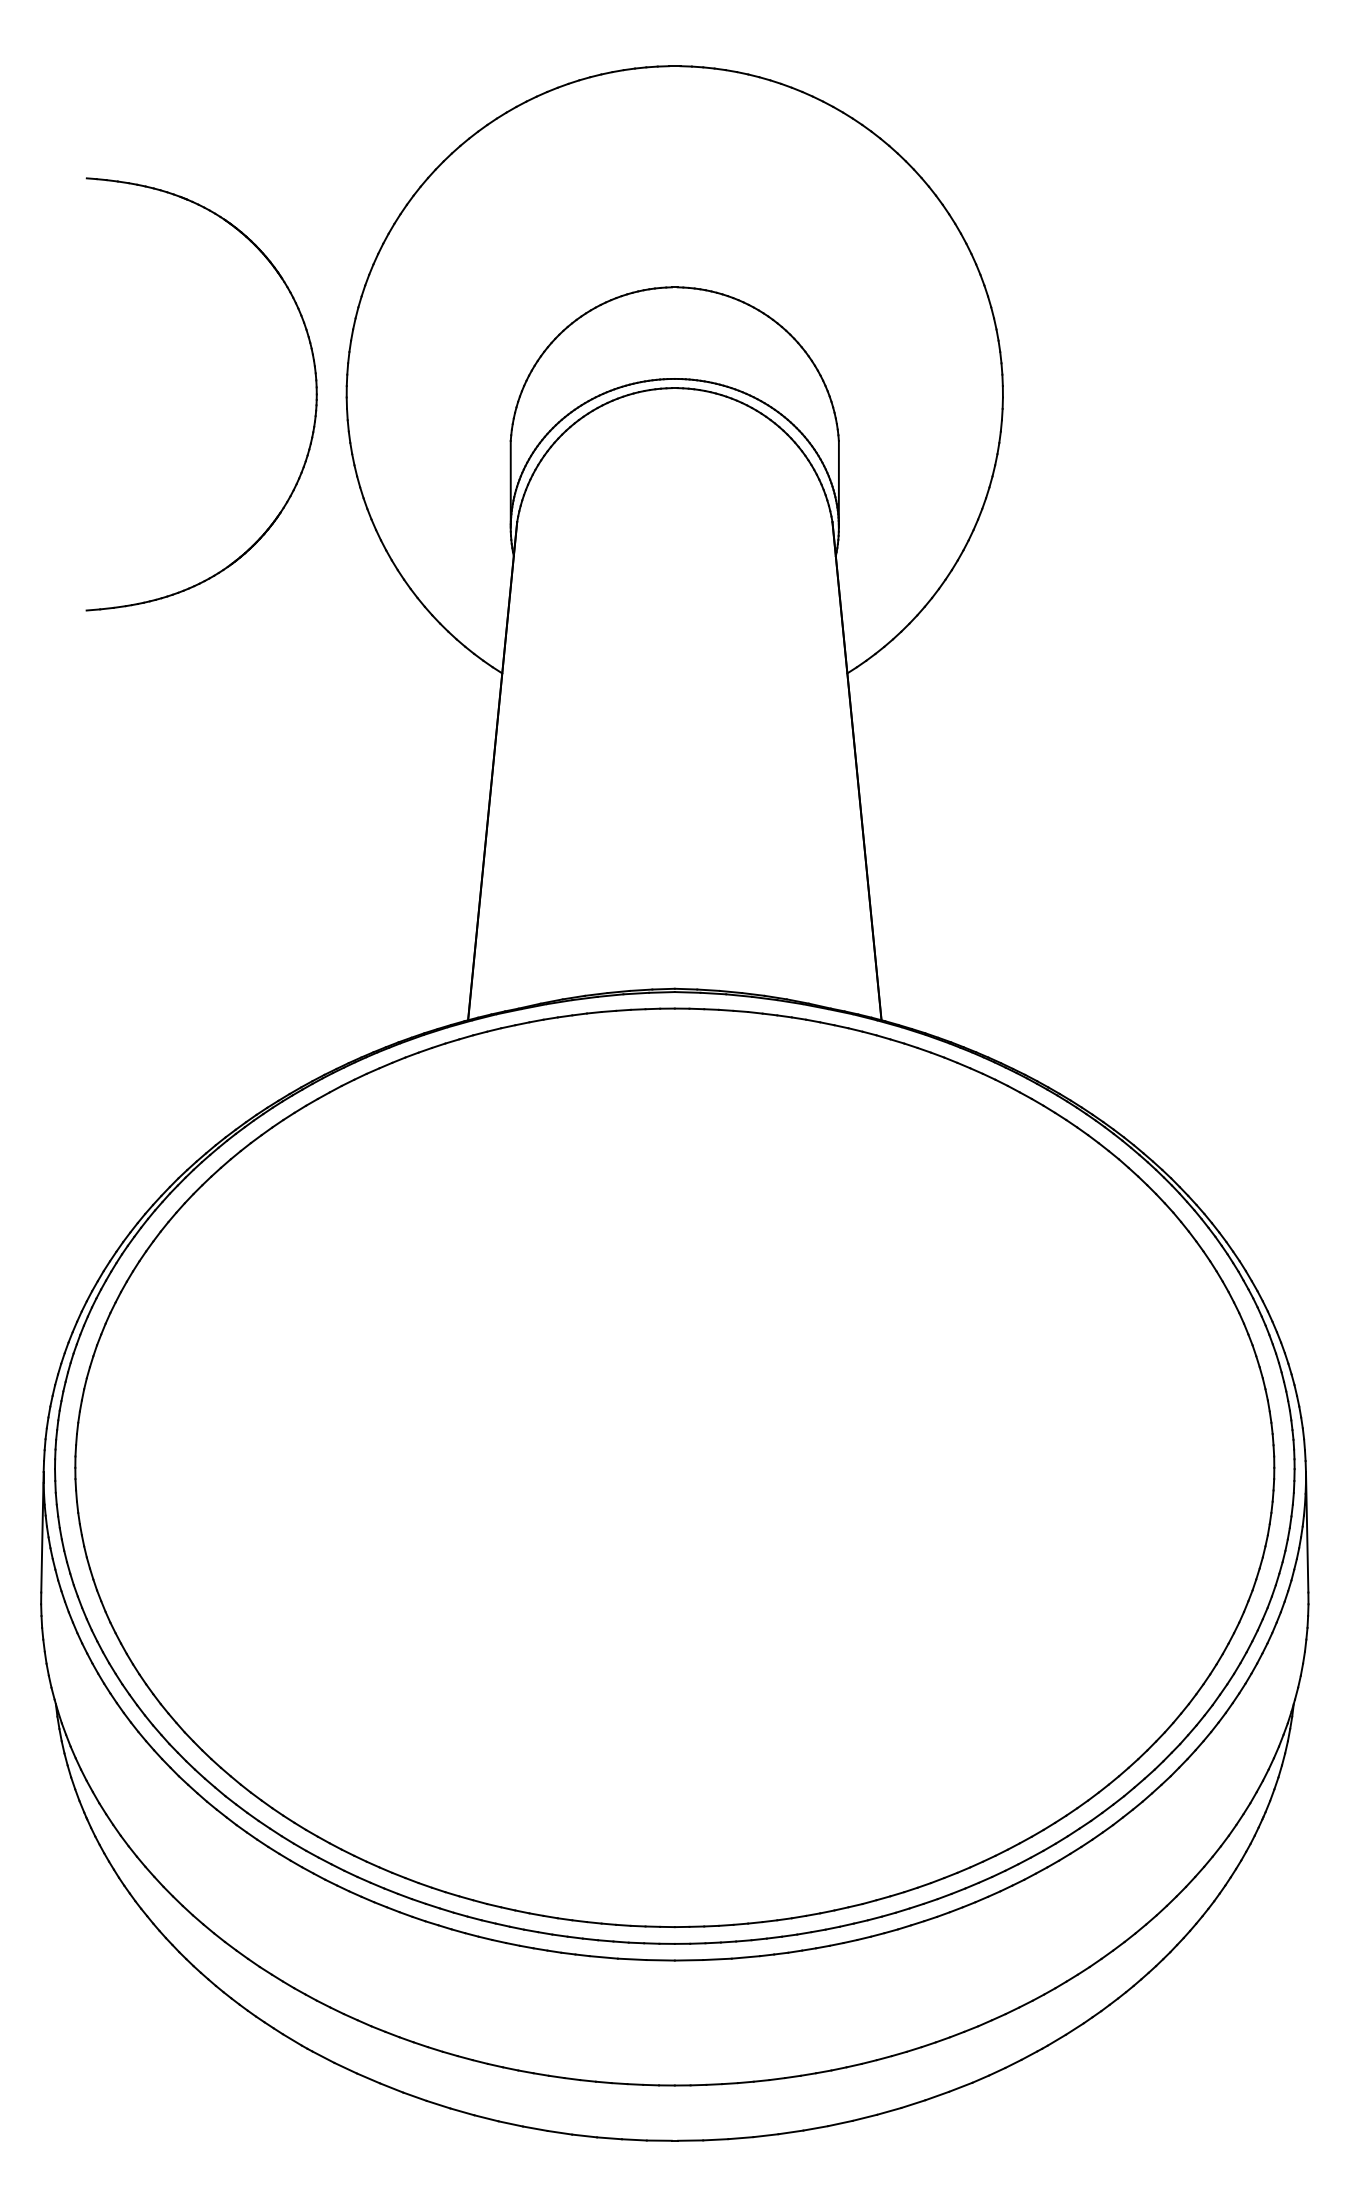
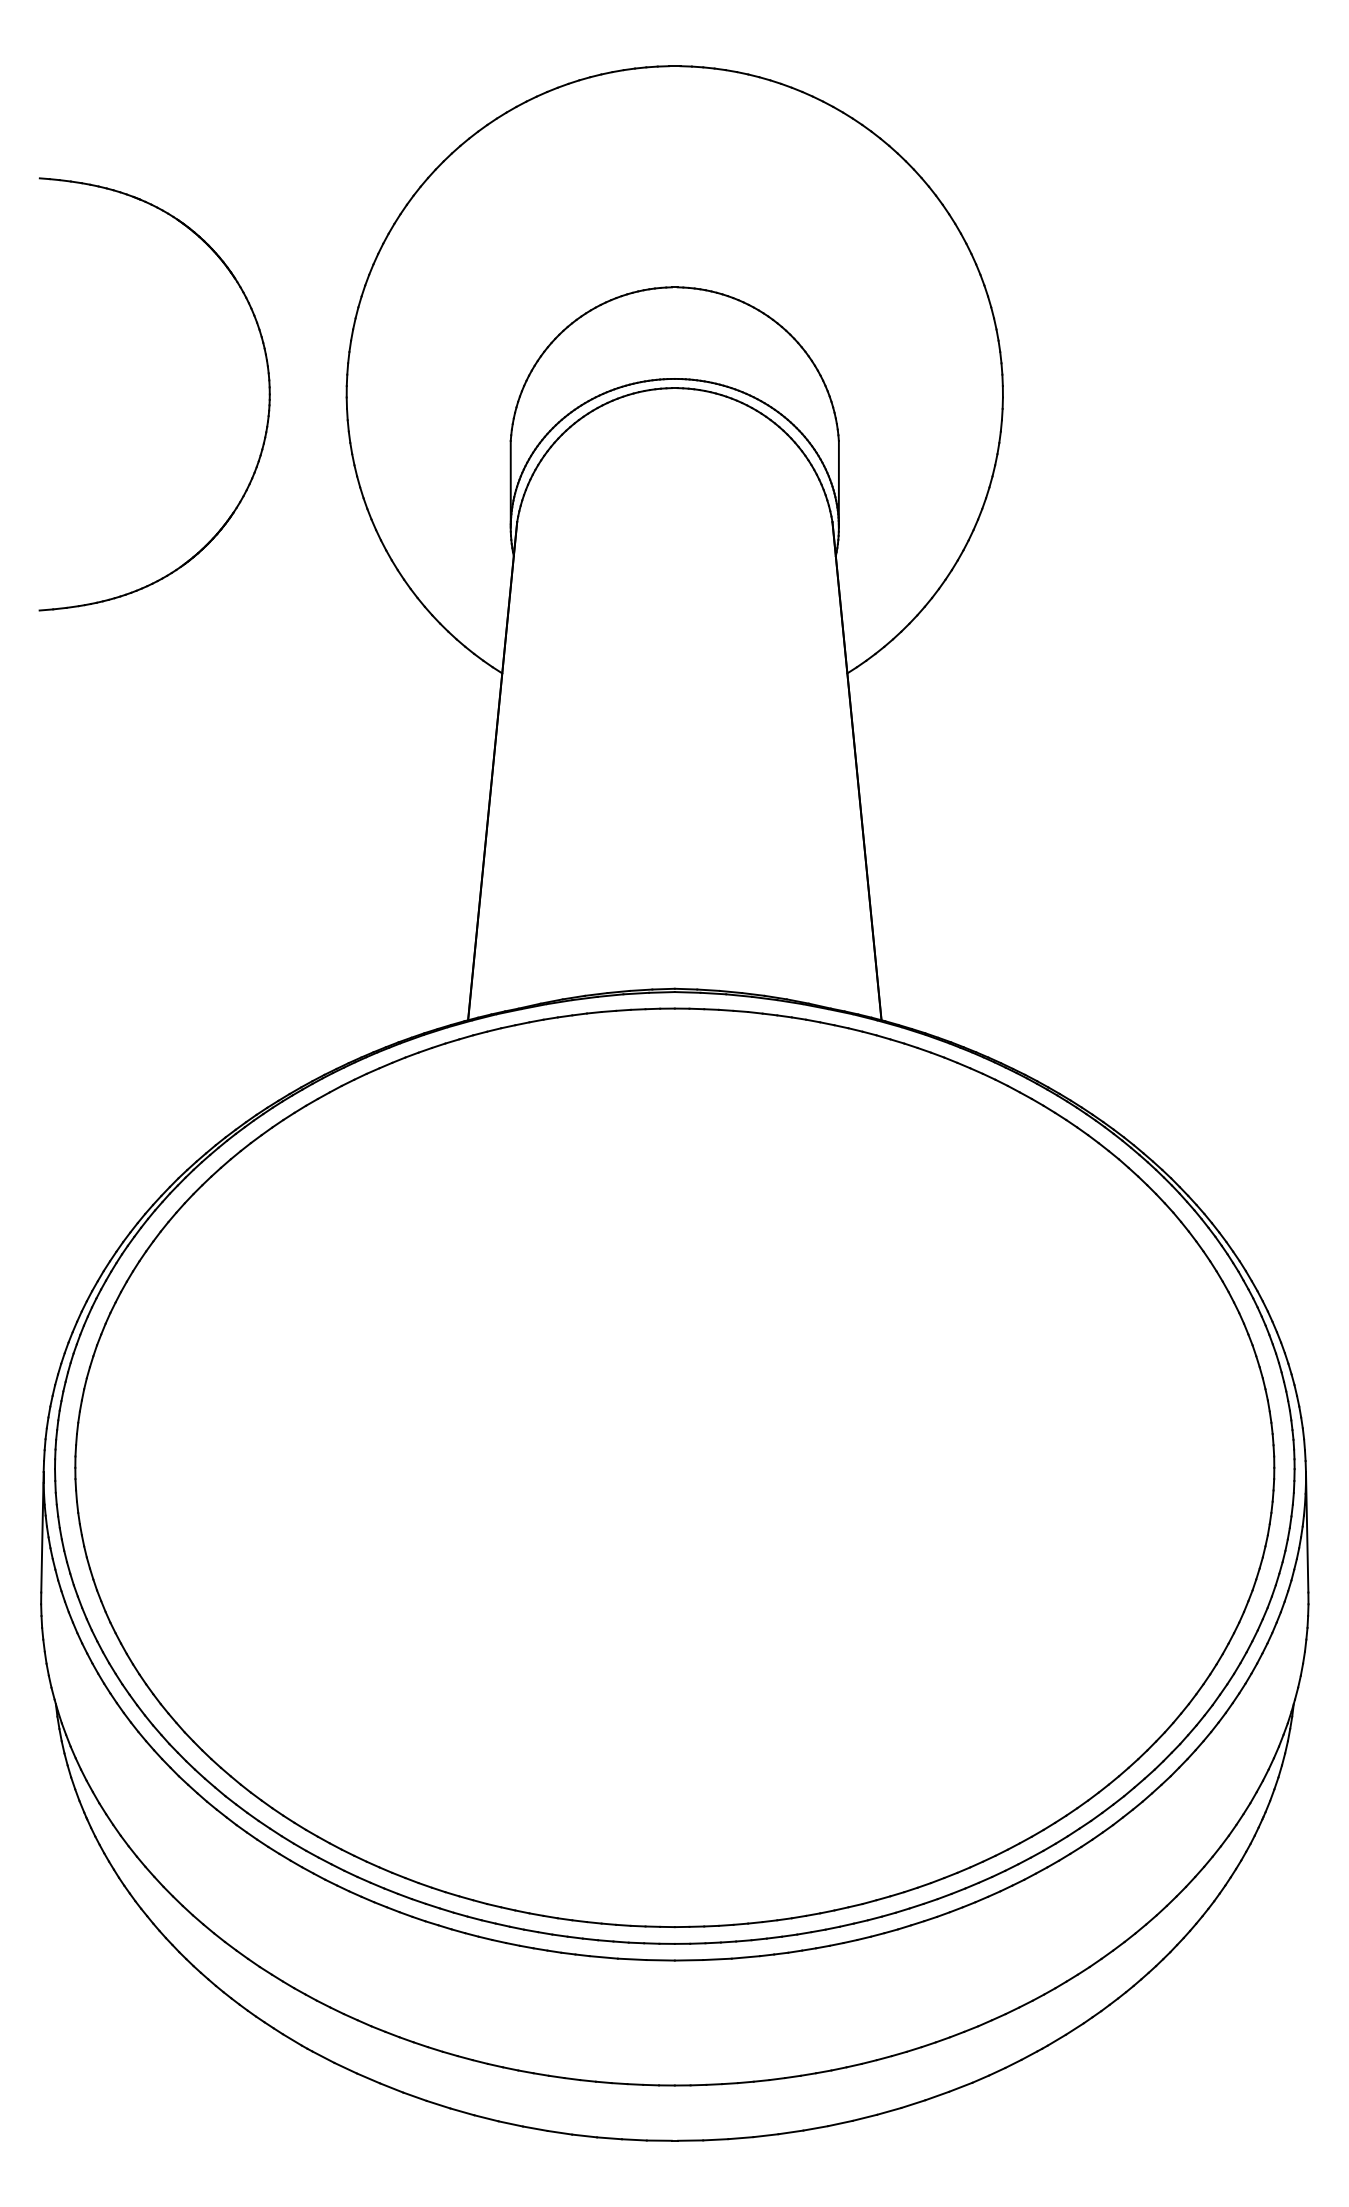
part at (315, 394) position: (315, 394) -> (268, 394)
